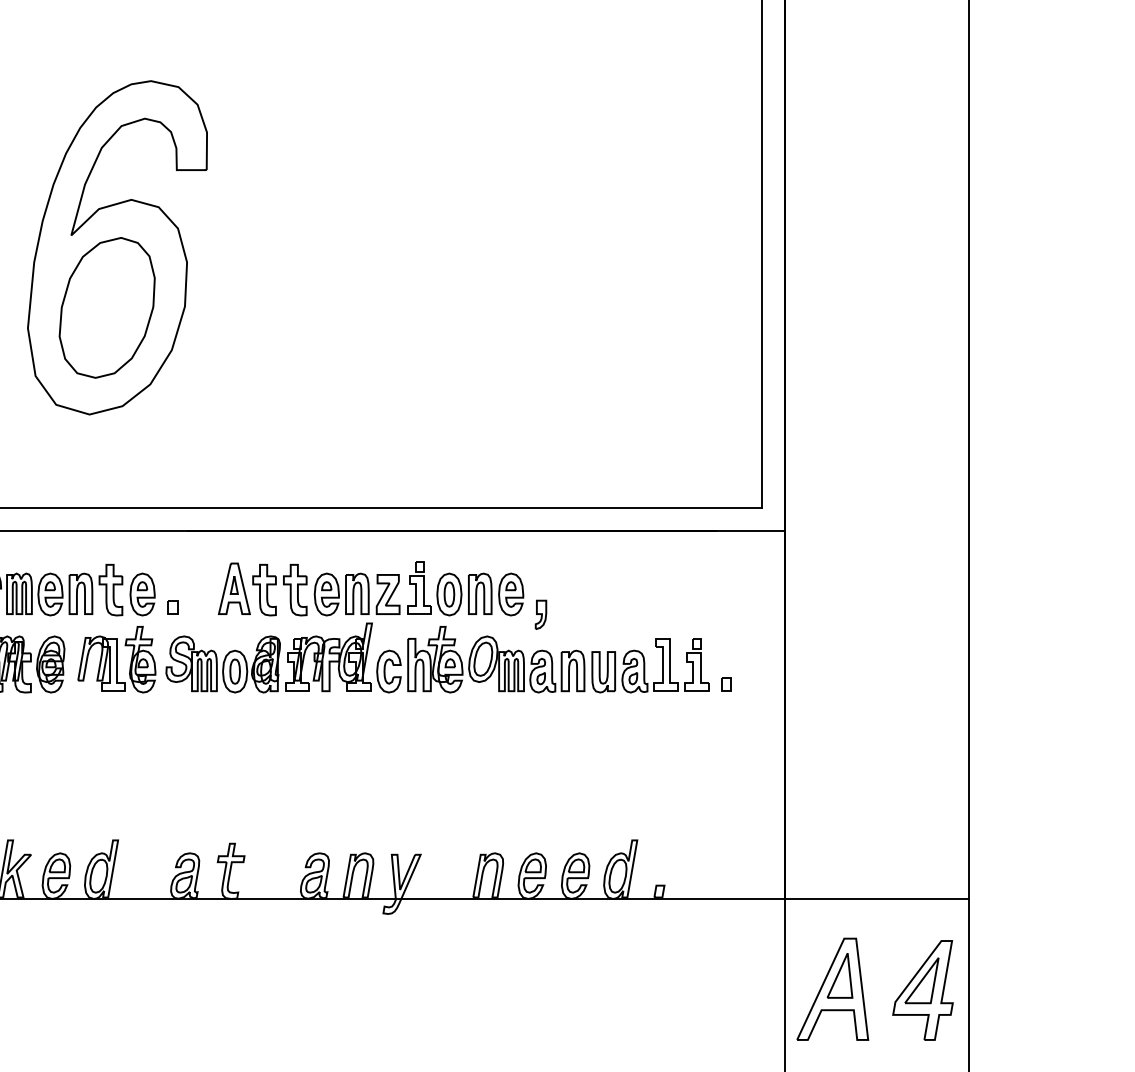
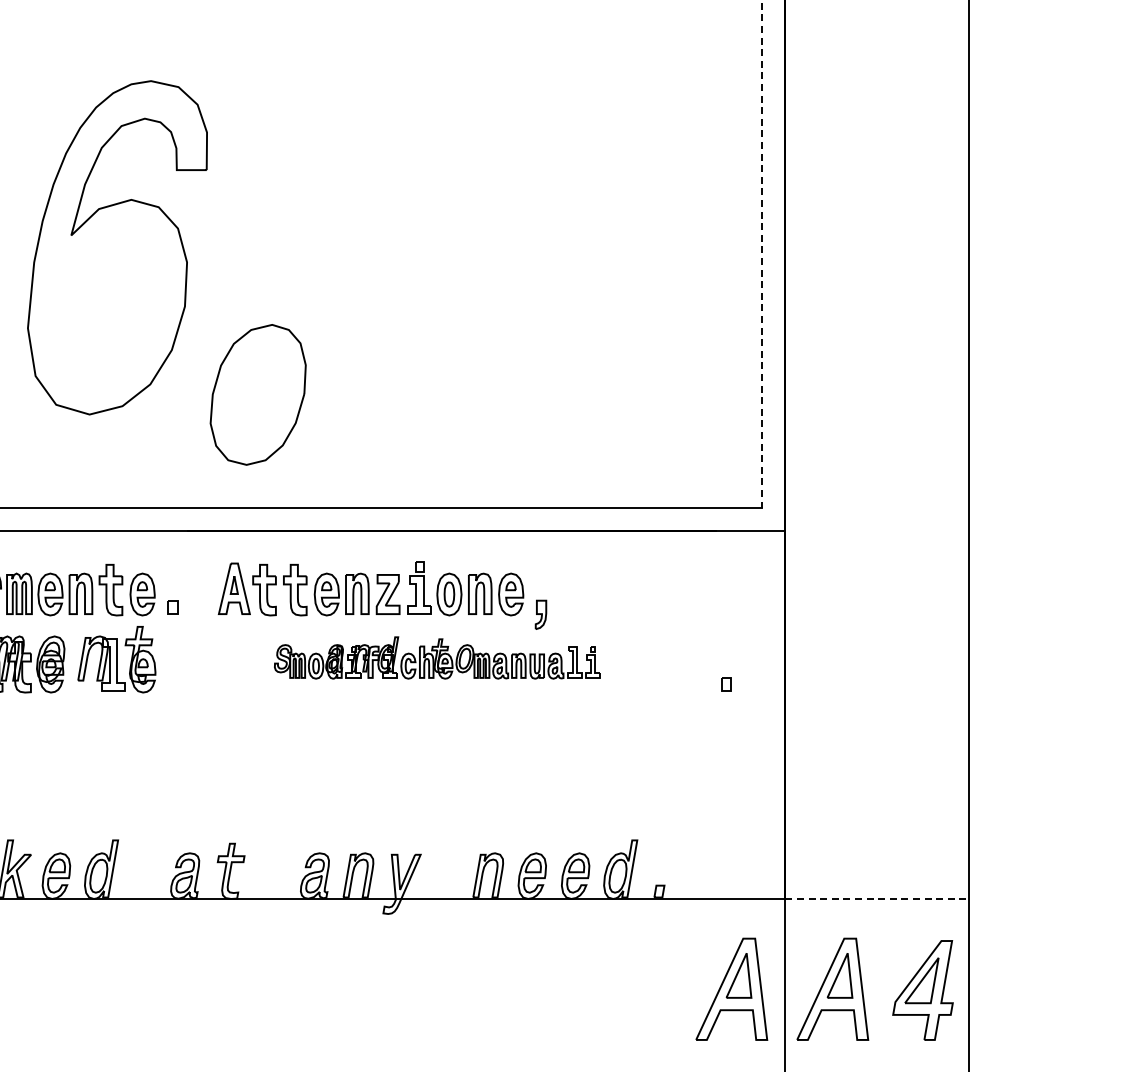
line at (762, 254): solid -> dashed
part at (106, 307) position: (106, 307) -> (257, 394)
part at (437, 657) size: 545x72 px -> 327x44 px
line at (877, 898): solid -> dashed
part at (731, 988): none -> present
